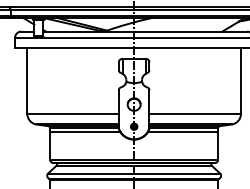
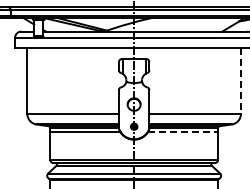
line at (241, 81): solid -> dashed
line at (183, 132): solid -> dashed
